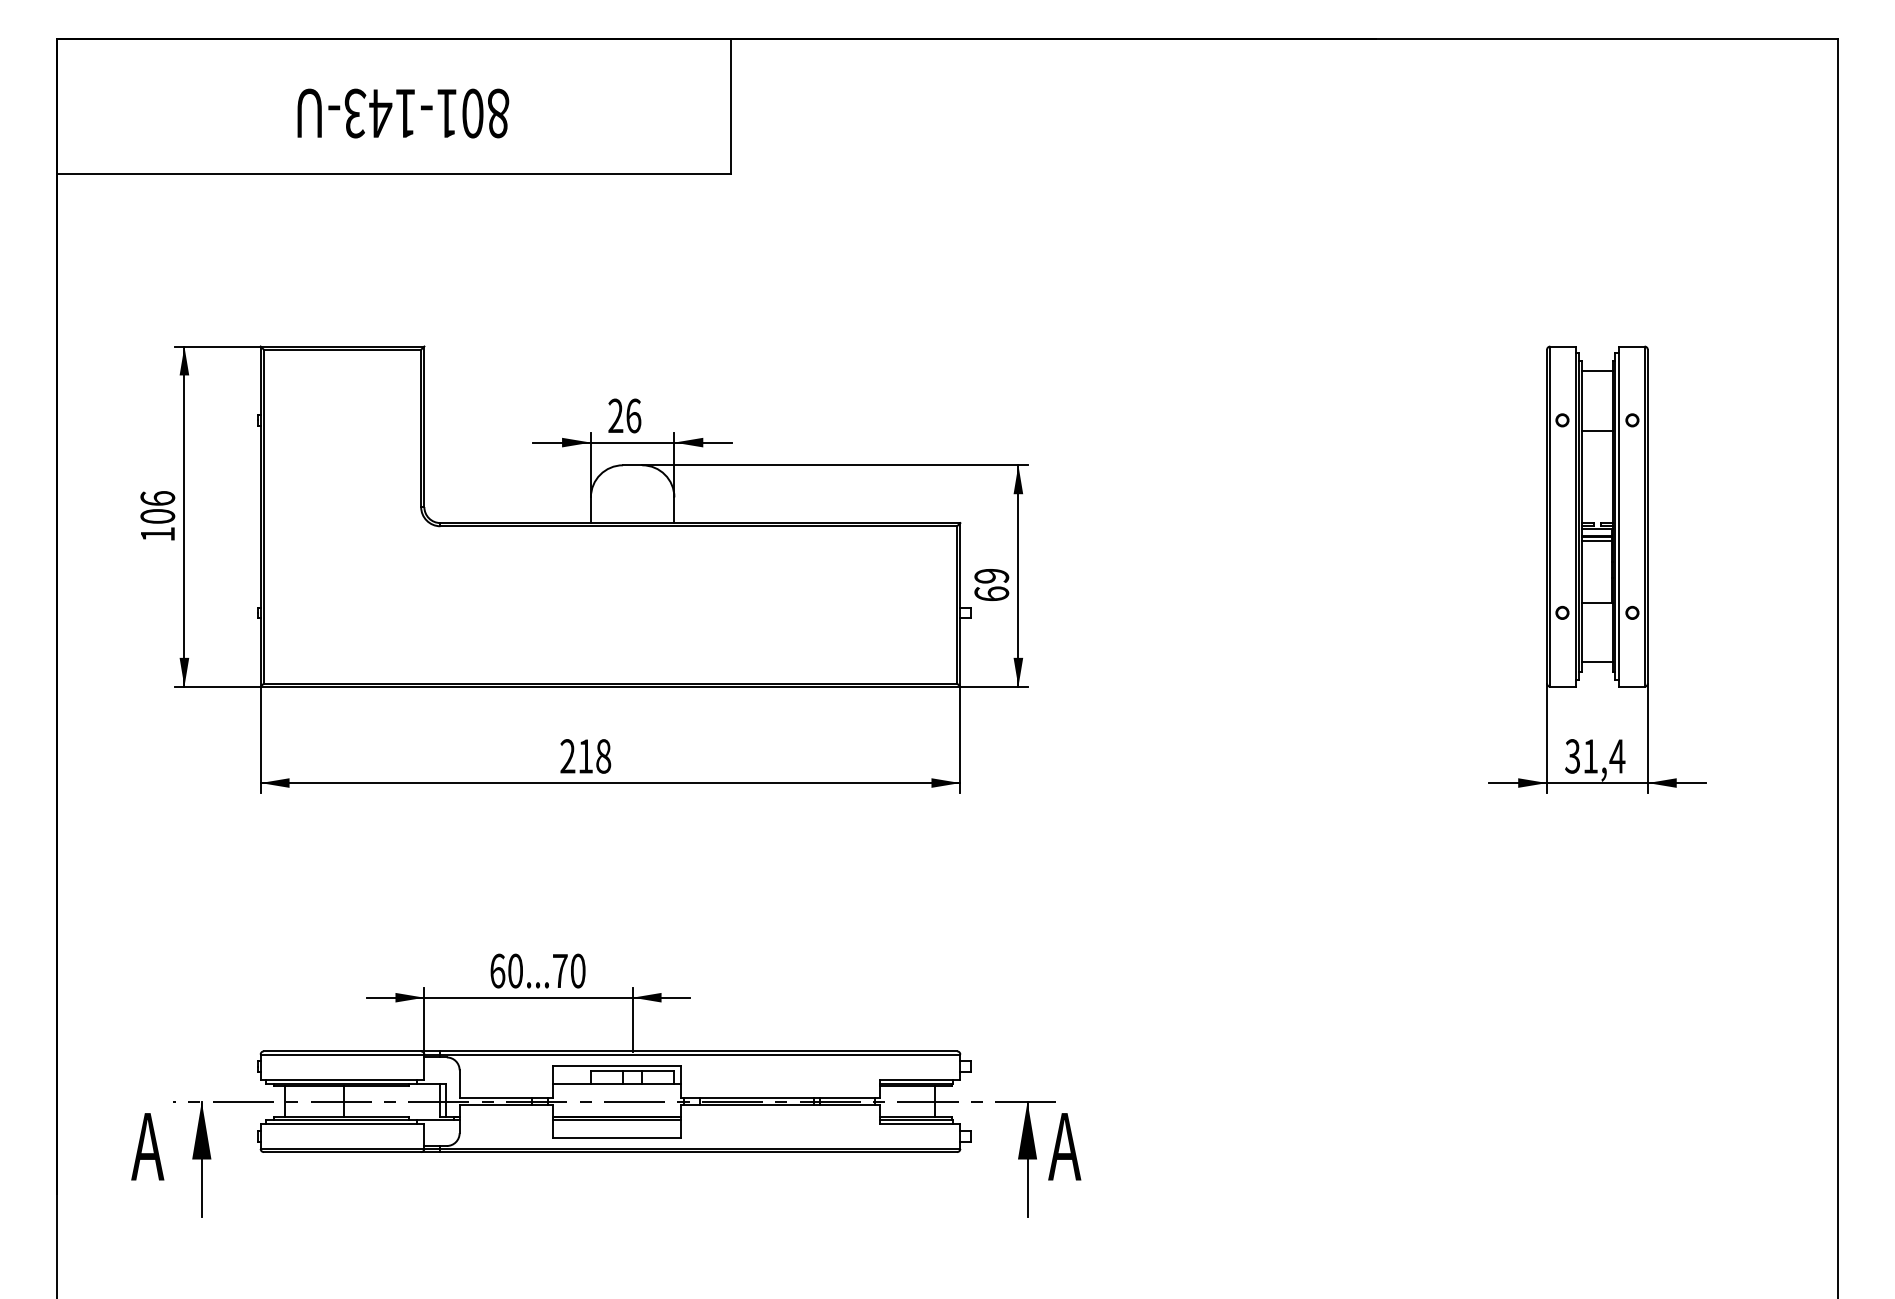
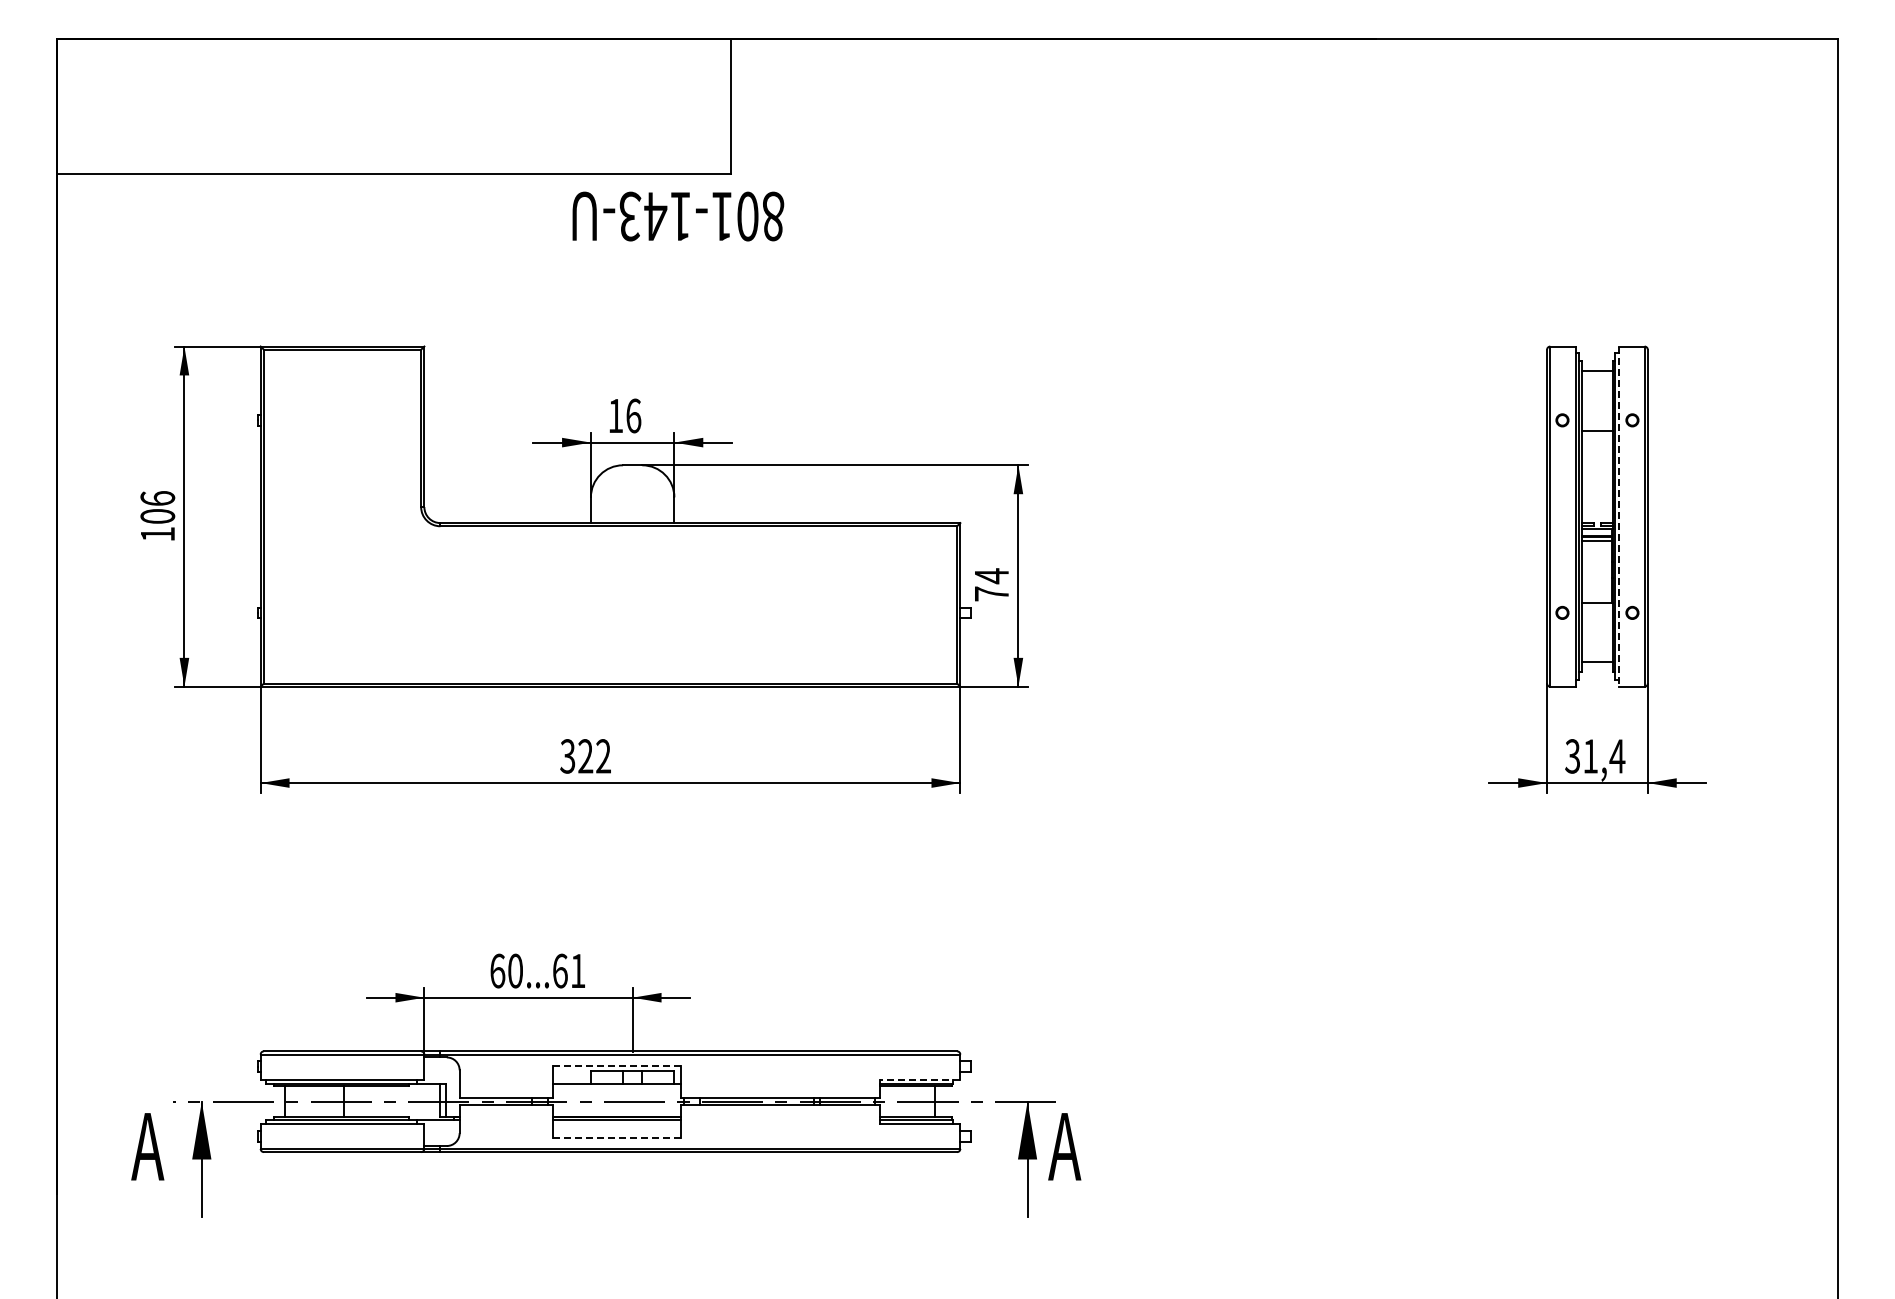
text at (403, 113) position: (403, 113) -> (678, 216)
text at (615, 415): 26 -> 16
line at (1619, 517): solid -> dashed
text at (991, 584): 69 -> 74
text at (585, 756): 218 -> 322
text at (569, 970): 60...70 -> 60...61
line at (617, 1065): solid -> dashed
line at (919, 1079): solid -> dashed
line at (617, 1137): solid -> dashed
